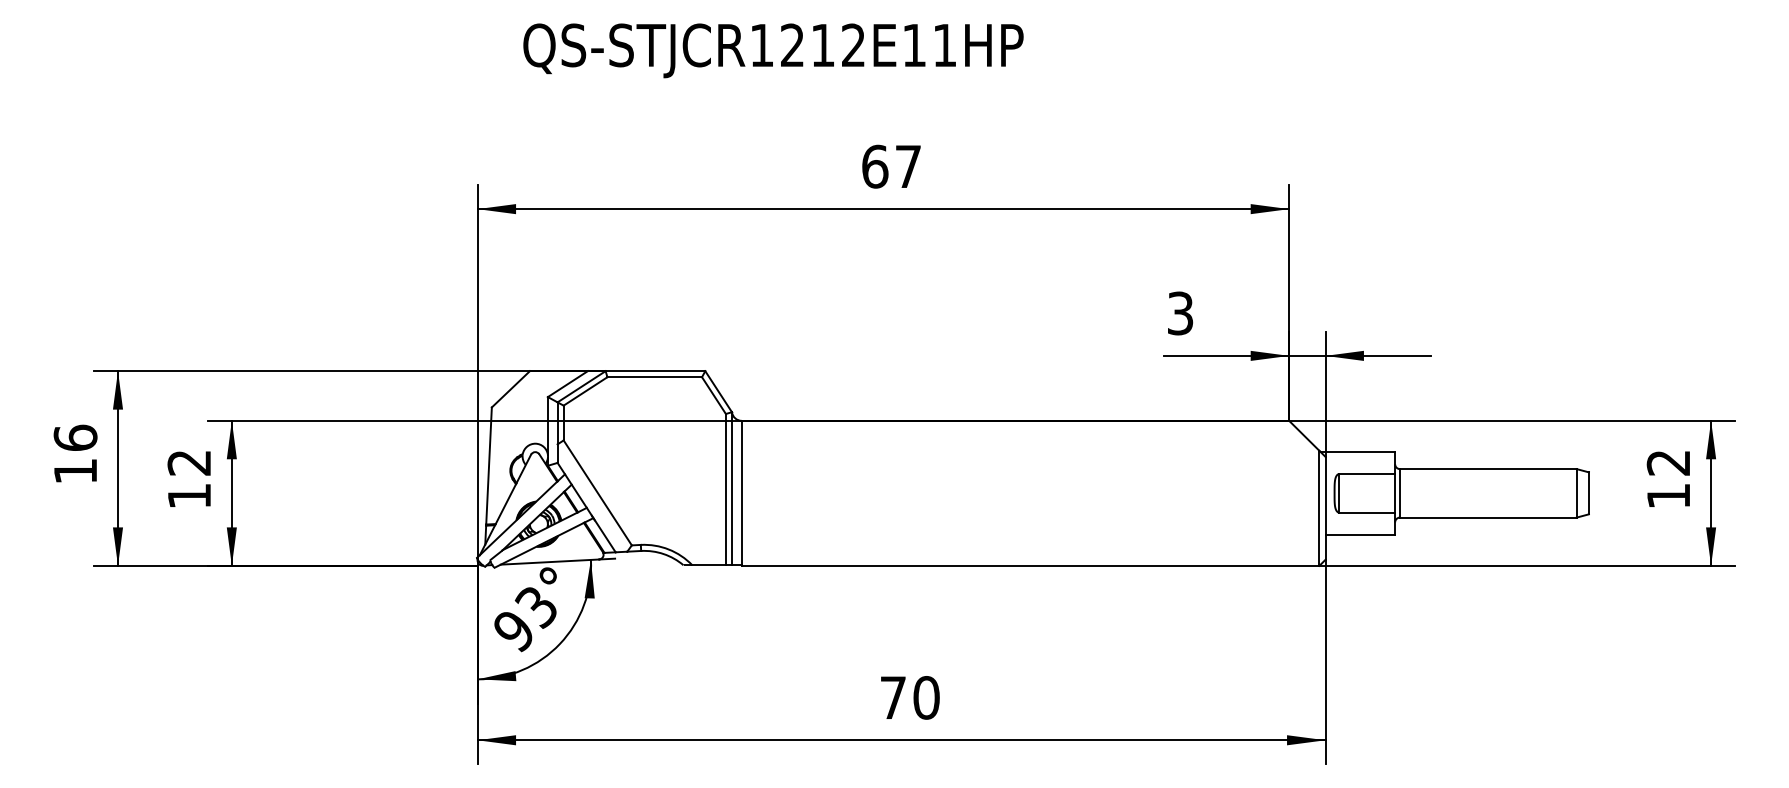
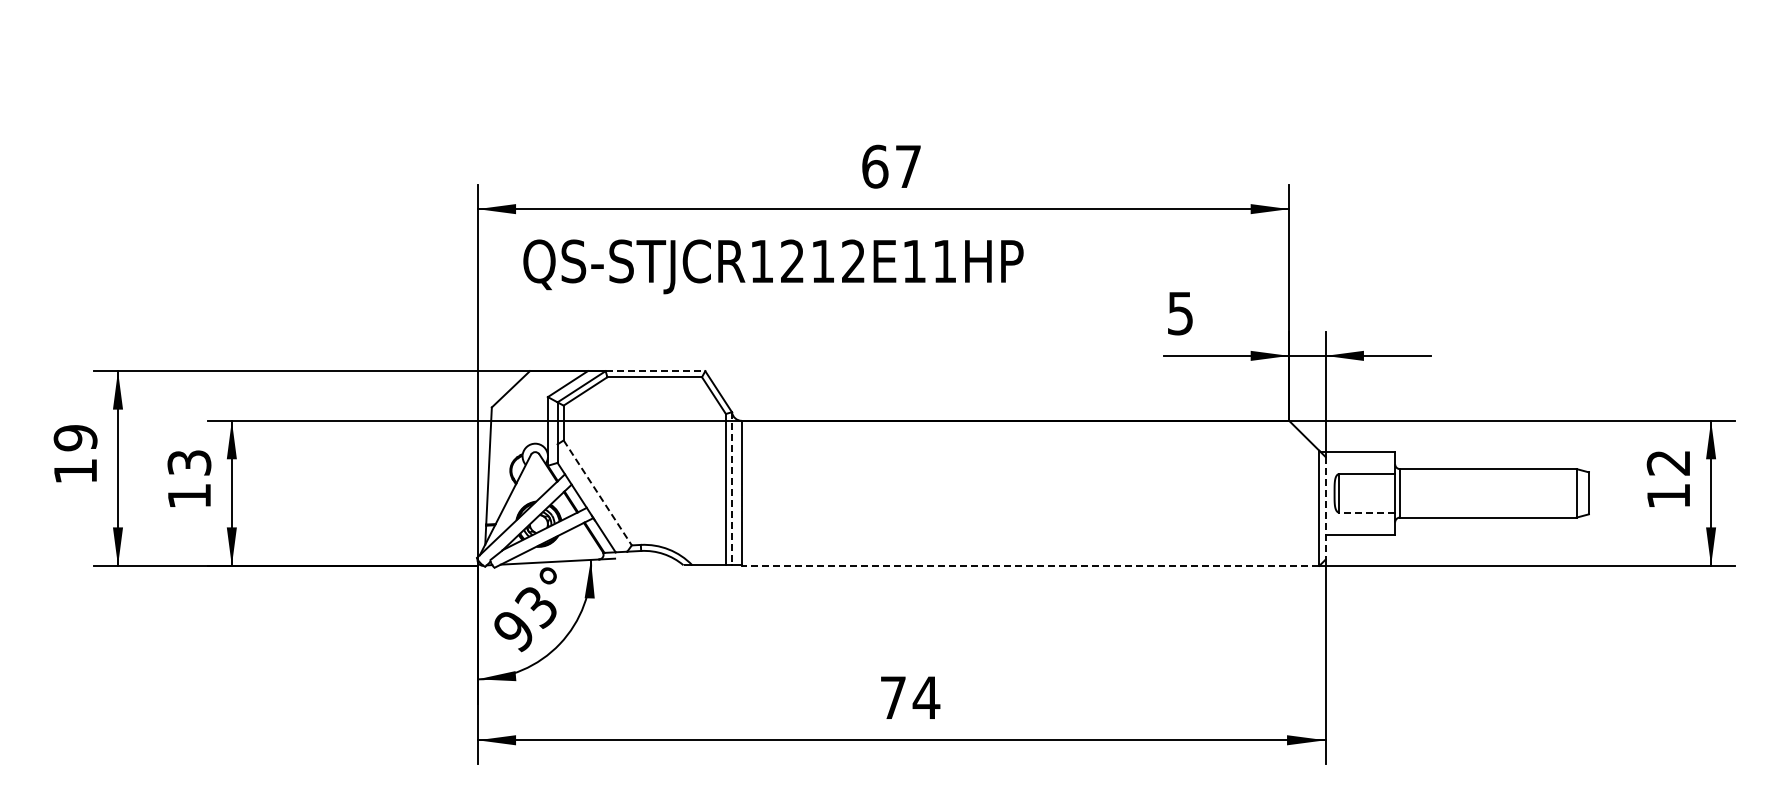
text at (773, 50) position: (773, 50) -> (773, 266)
text at (1180, 312): 3 -> 5
line at (655, 371): solid -> dashed
text at (75, 437): 16 -> 19
text at (189, 462): 12 -> 13
line at (731, 488): solid -> dashed
line at (597, 492): solid -> dashed
line at (1325, 508): solid -> dashed
line at (1367, 512): solid -> dashed
line at (1030, 565): solid -> dashed
text at (926, 697): 70 -> 74
